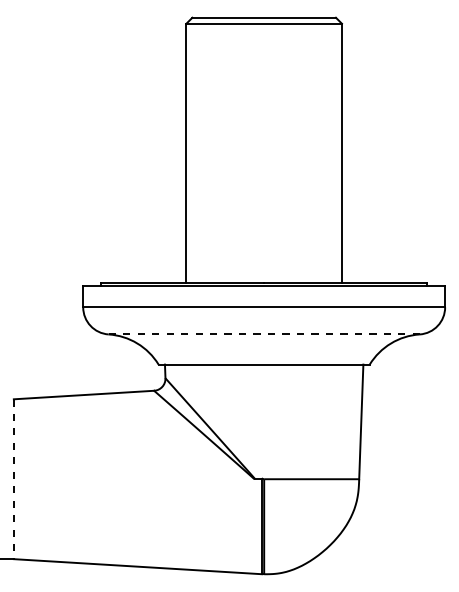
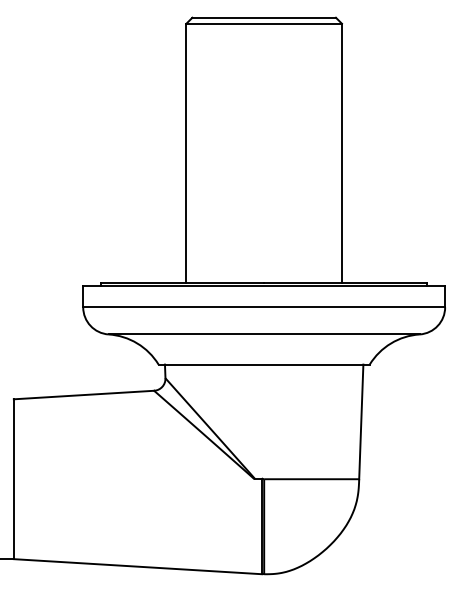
line at (264, 334): dashed -> solid
line at (13, 479): dashed -> solid
